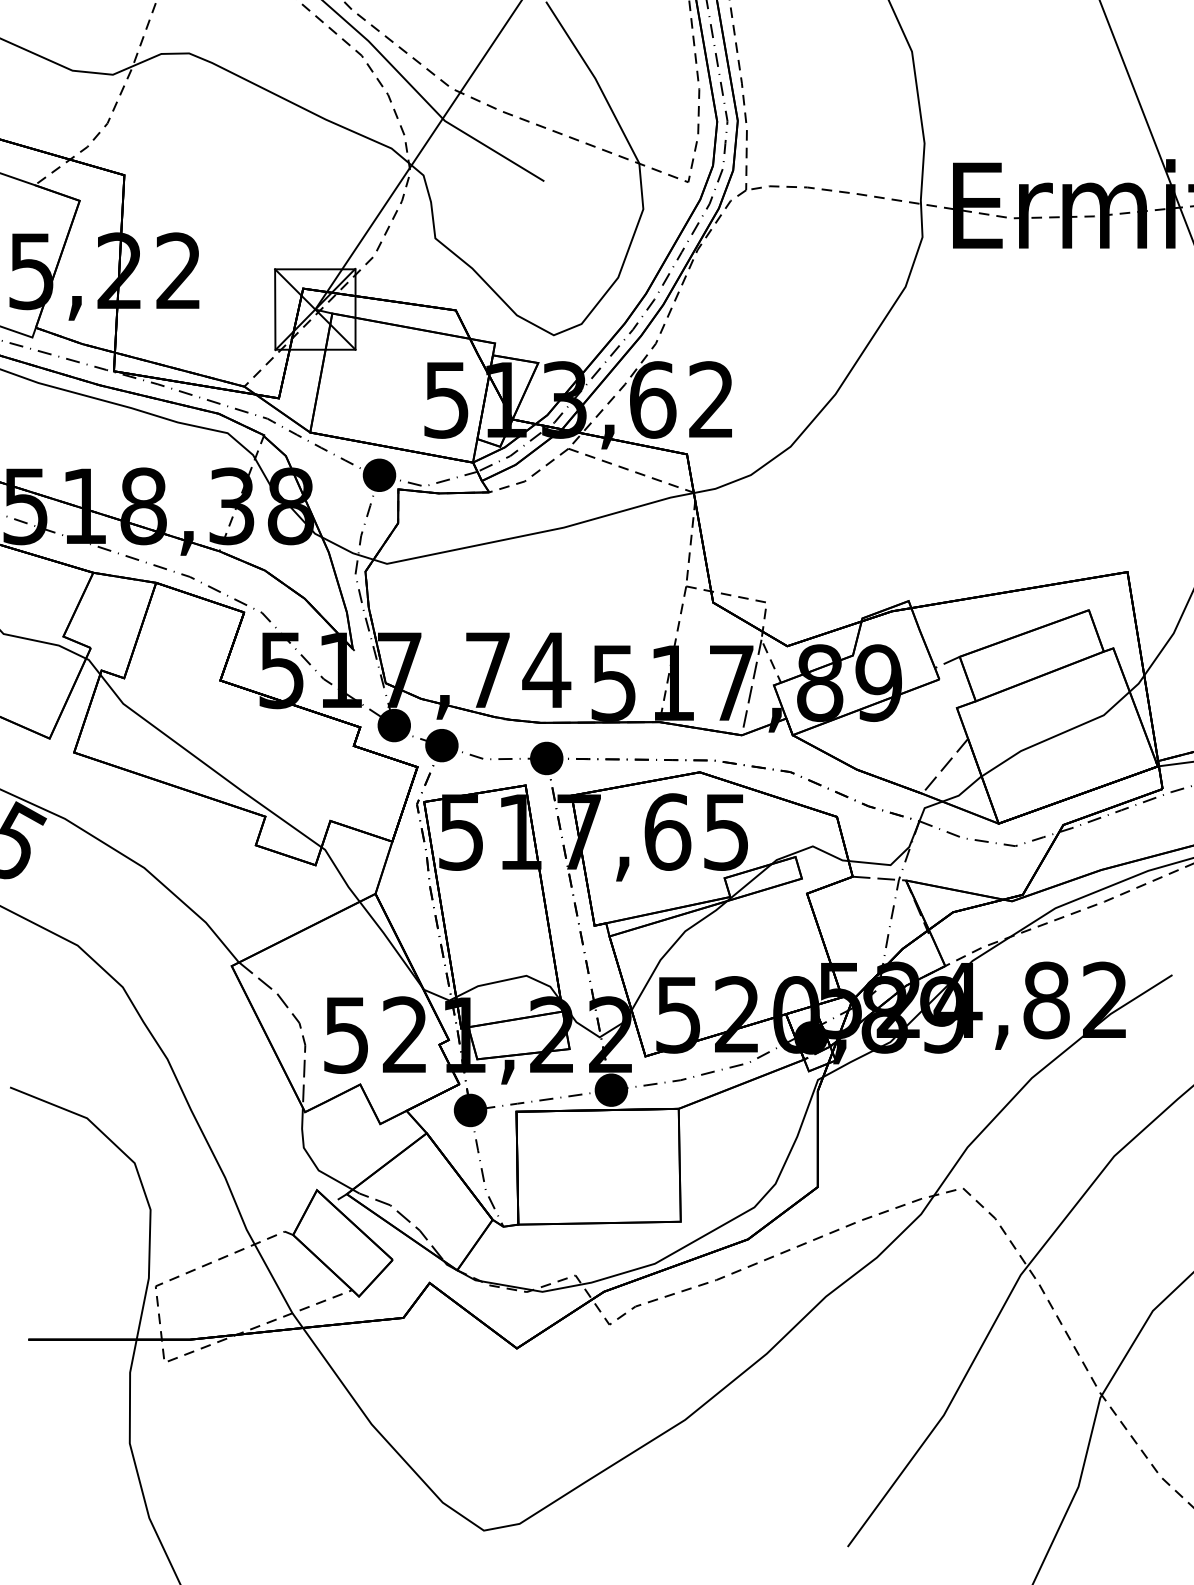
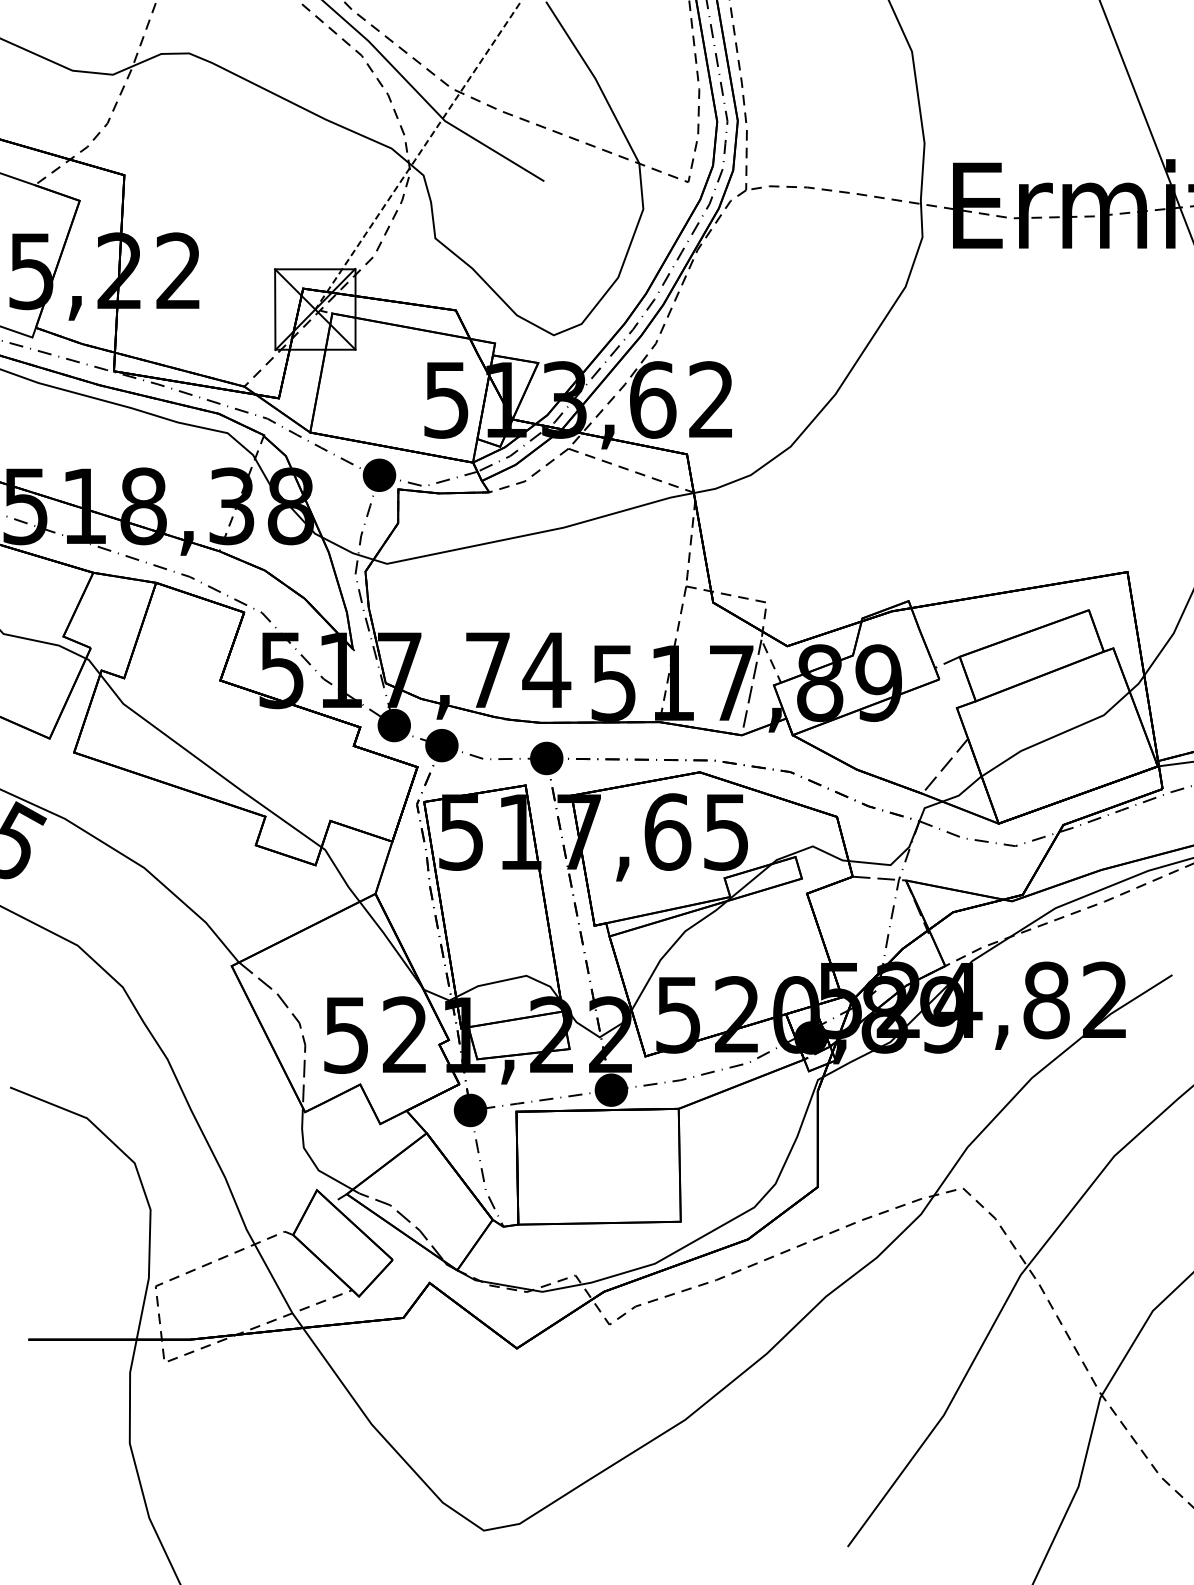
line at (413, 163): solid -> dashed
